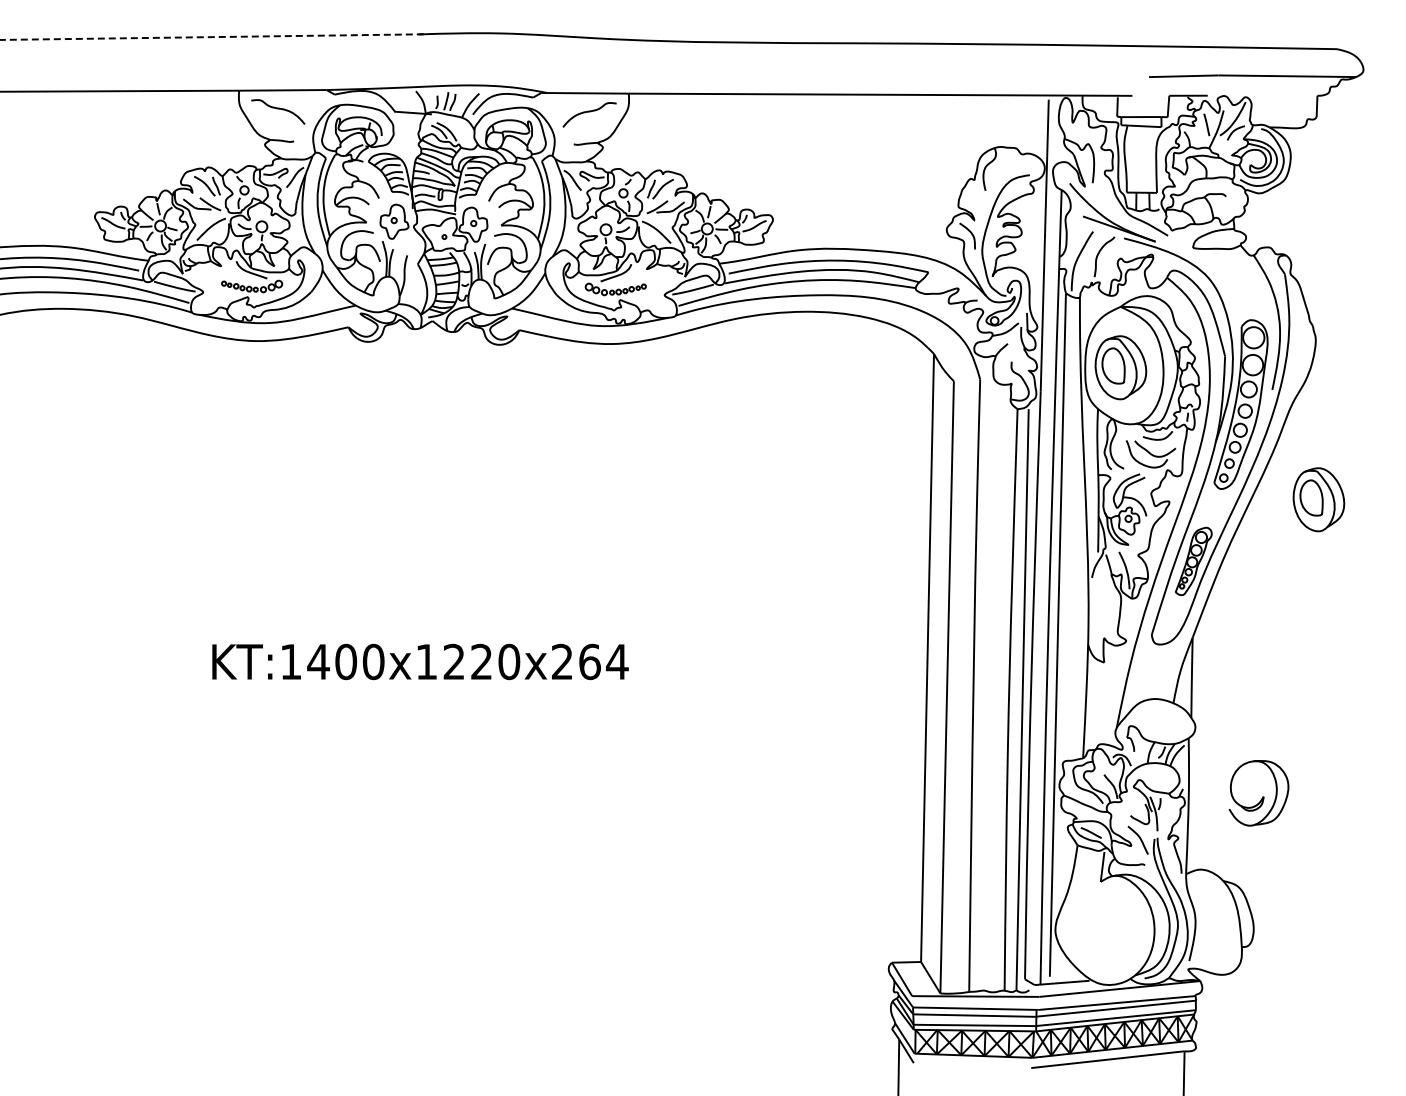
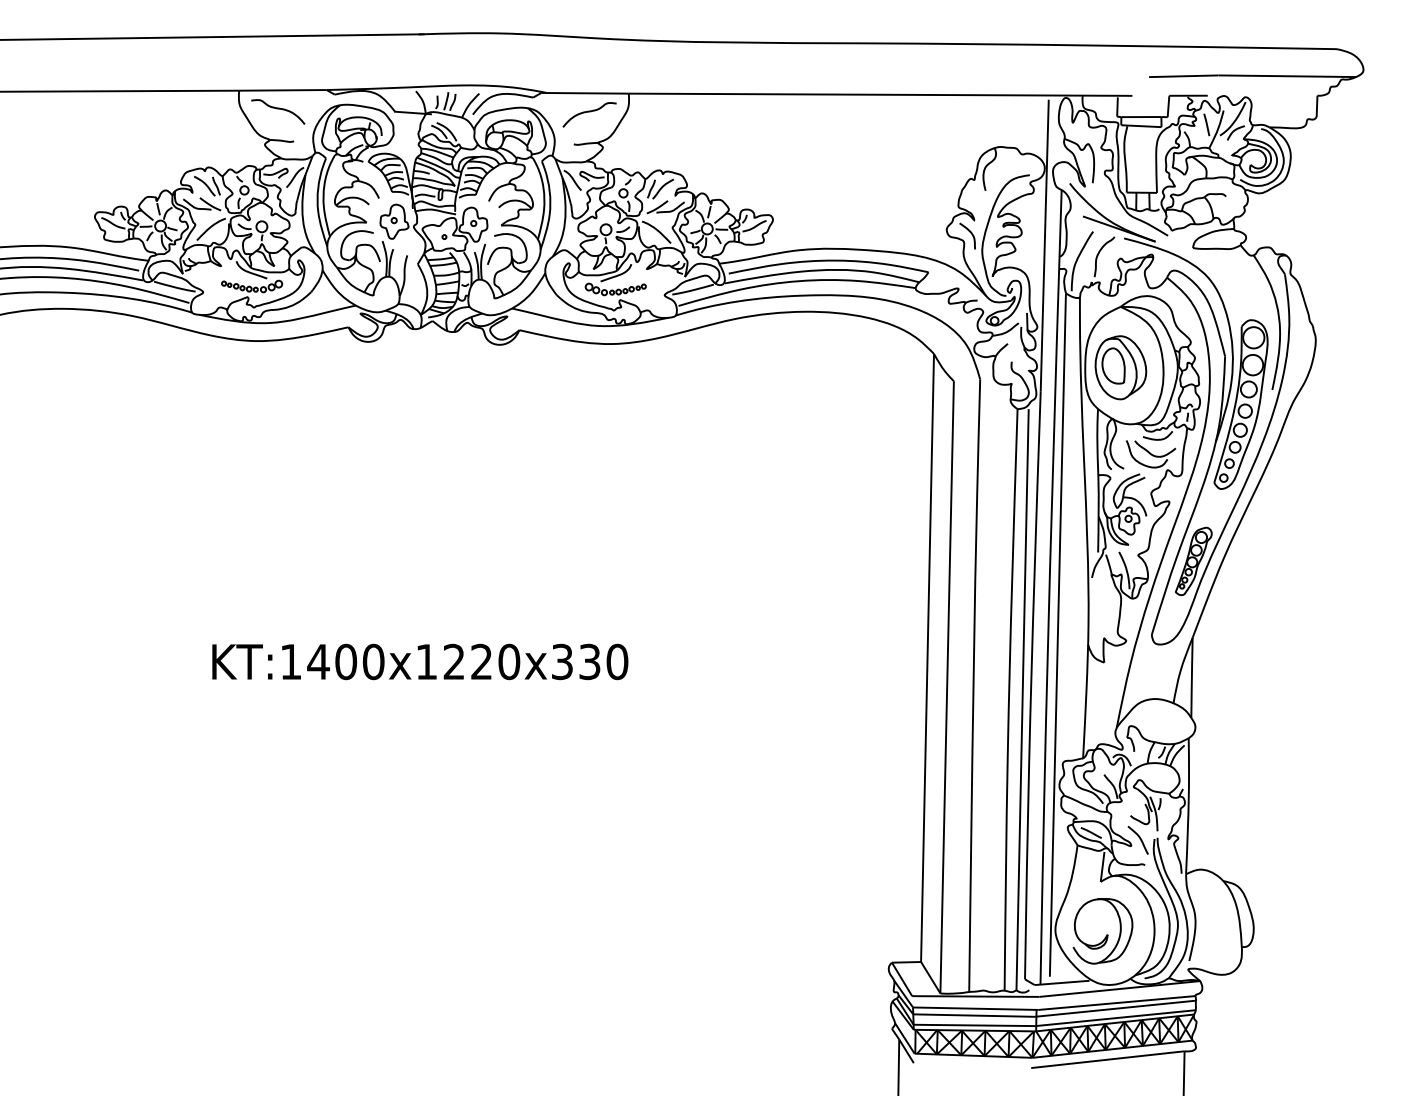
line at (211, 37): dashed -> solid
part at (1318, 499): present -> none
text at (590, 661): KT:1400x1220x264 -> KT:1400x1220x330
part at (1258, 793) position: (1258, 793) -> (1102, 931)
